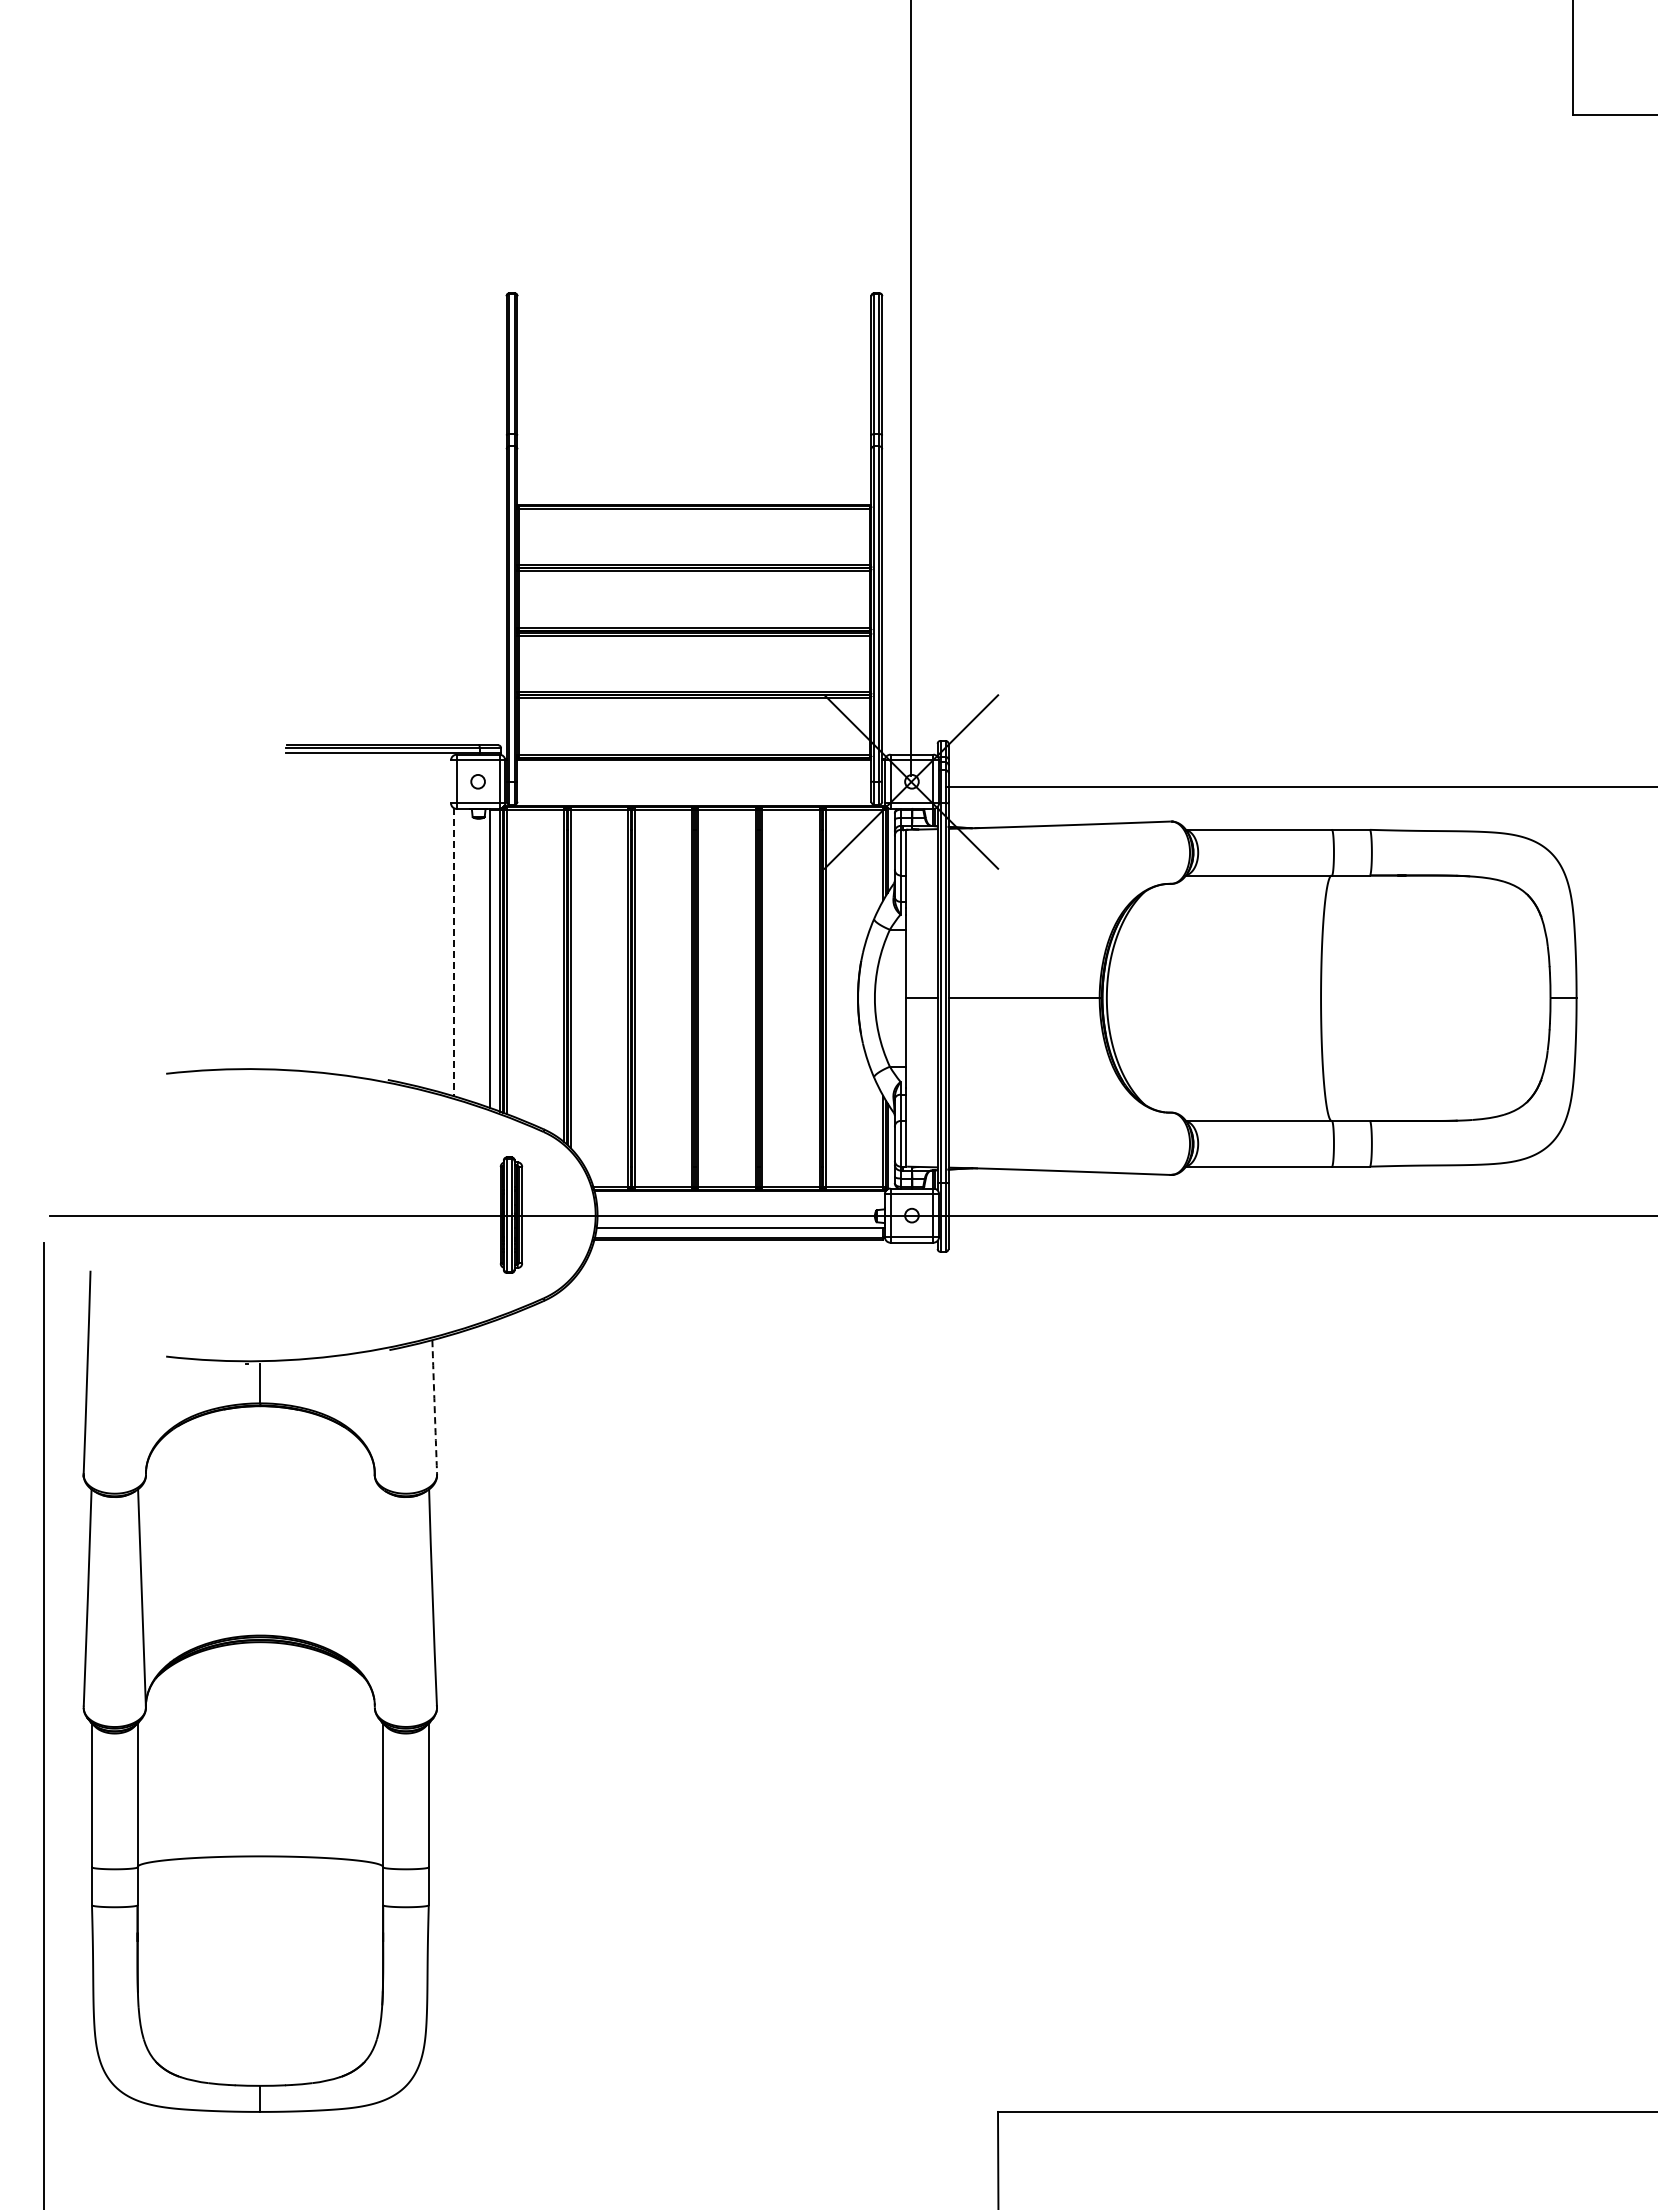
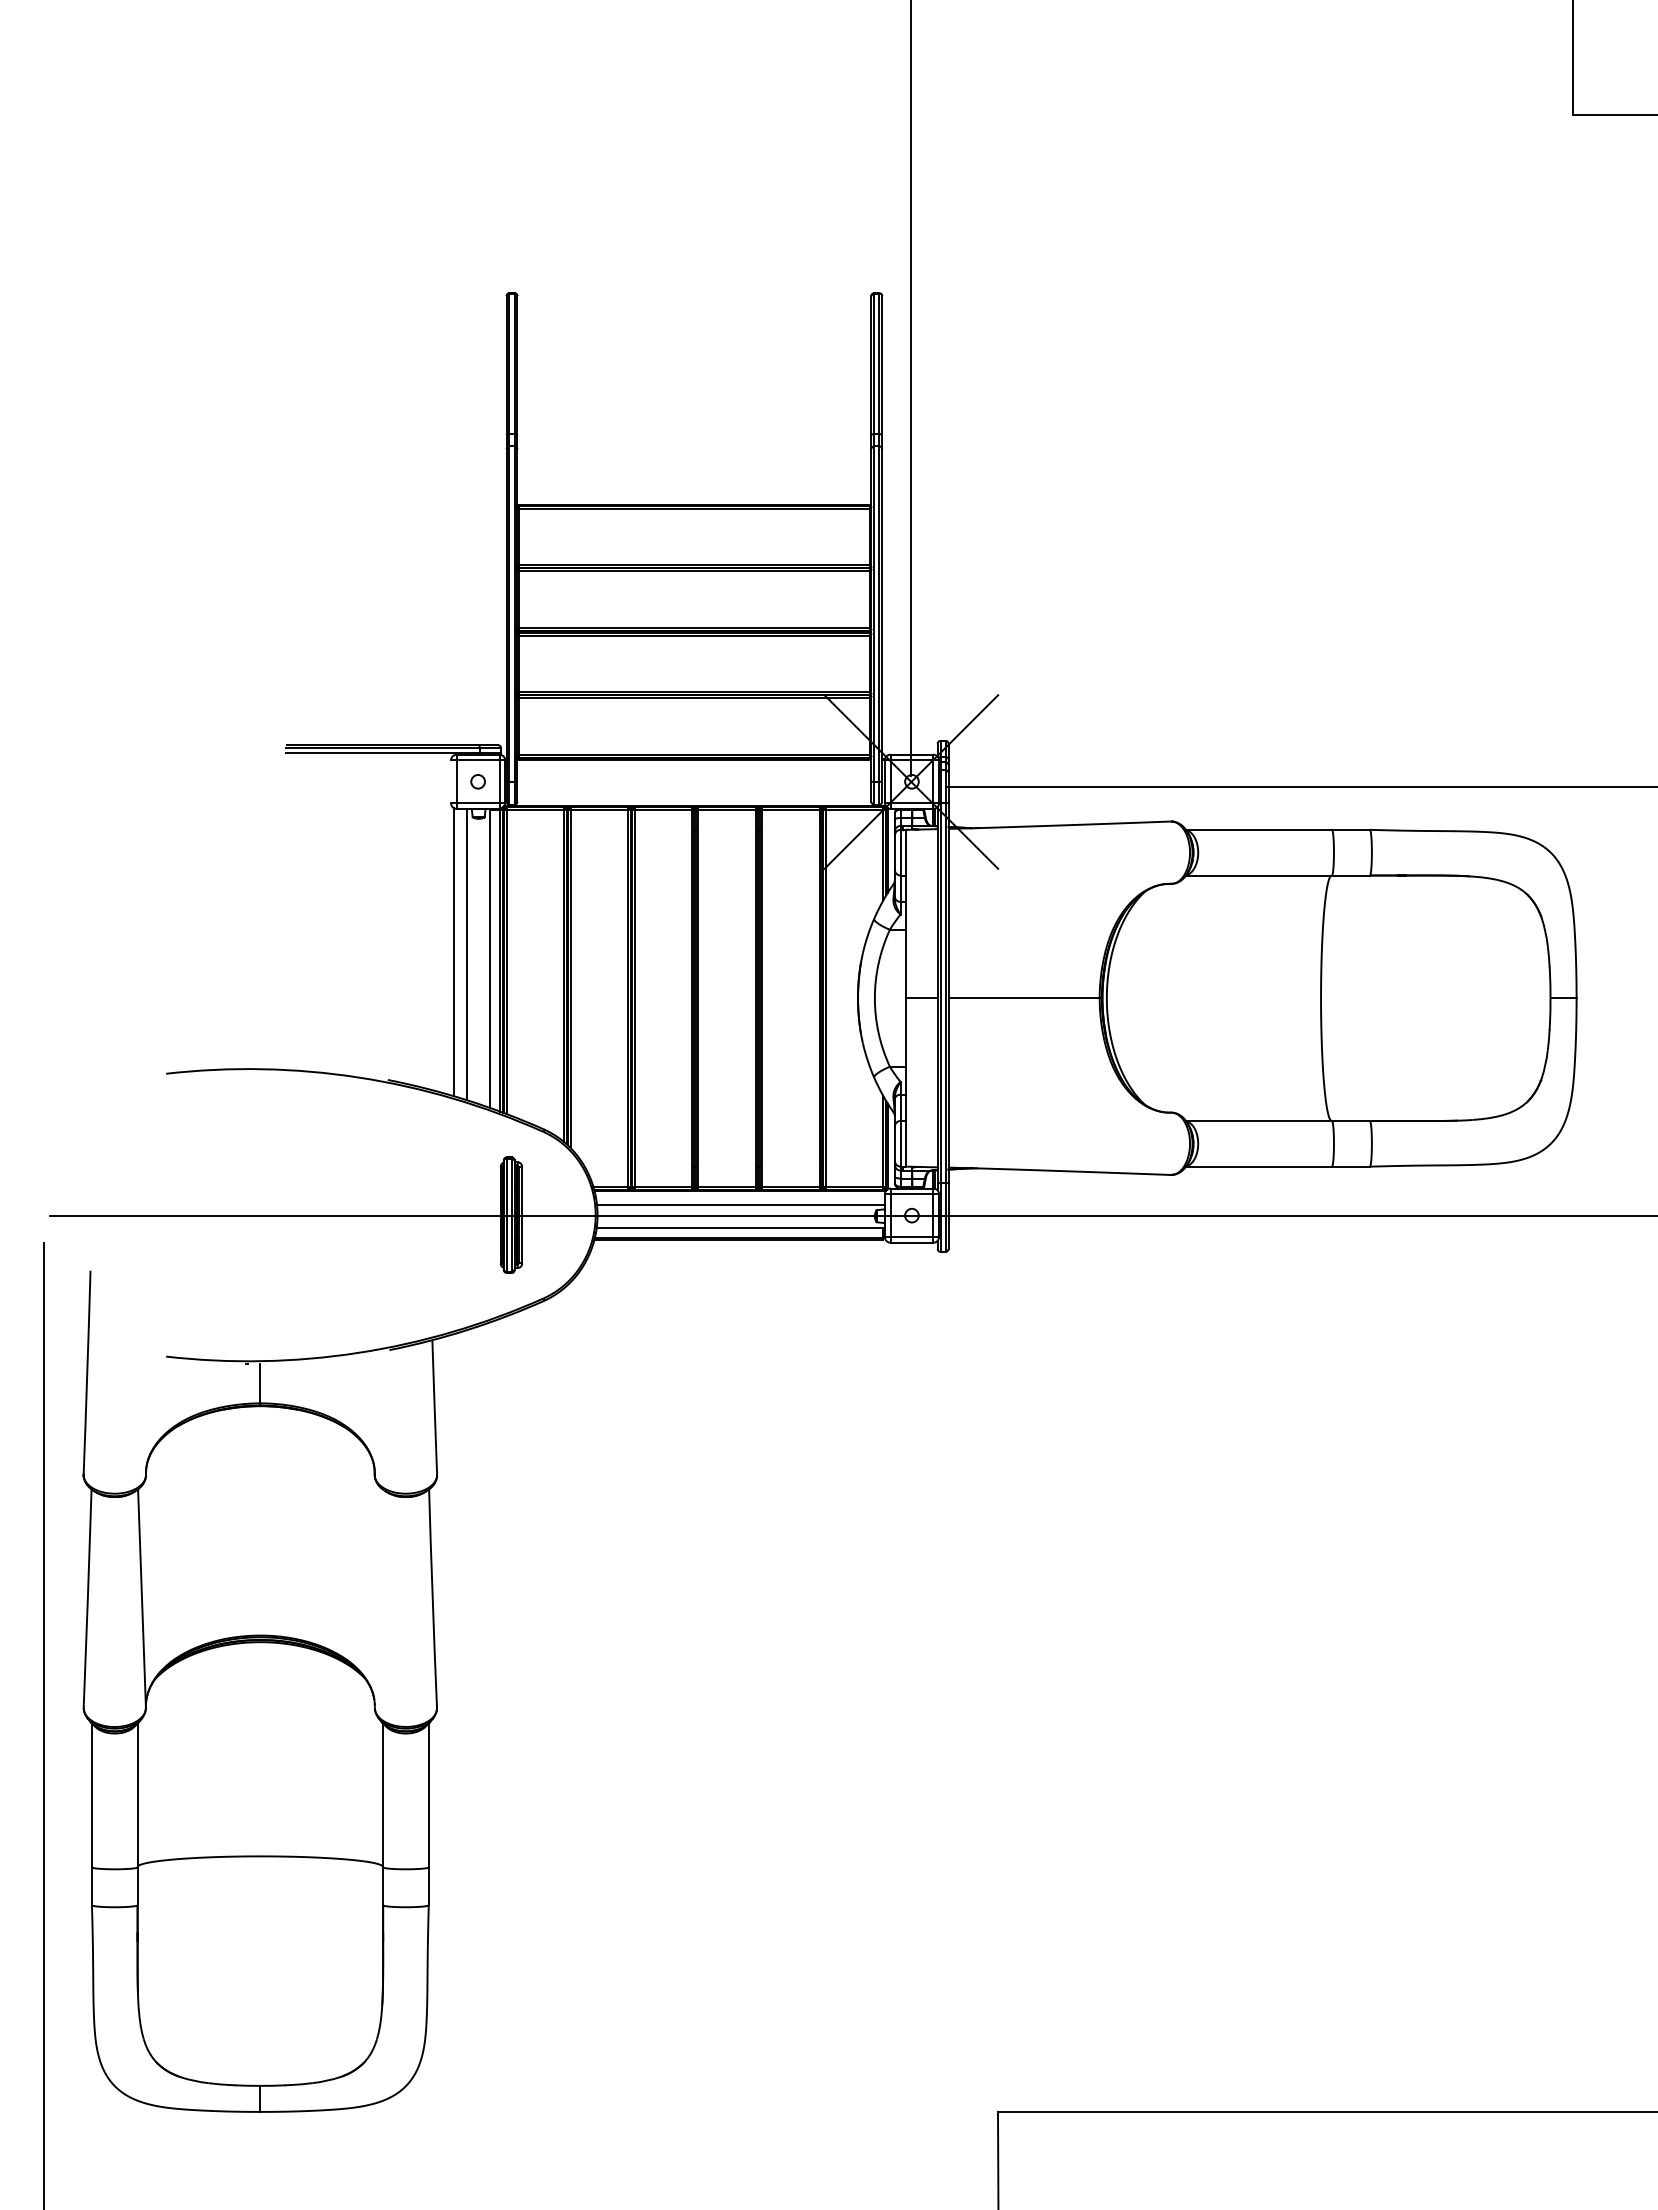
line at (453, 952): dashed -> solid
line at (467, 954): none -> present
line at (740, 1204): none -> present
arc at (434, 1407): dashed -> solid
